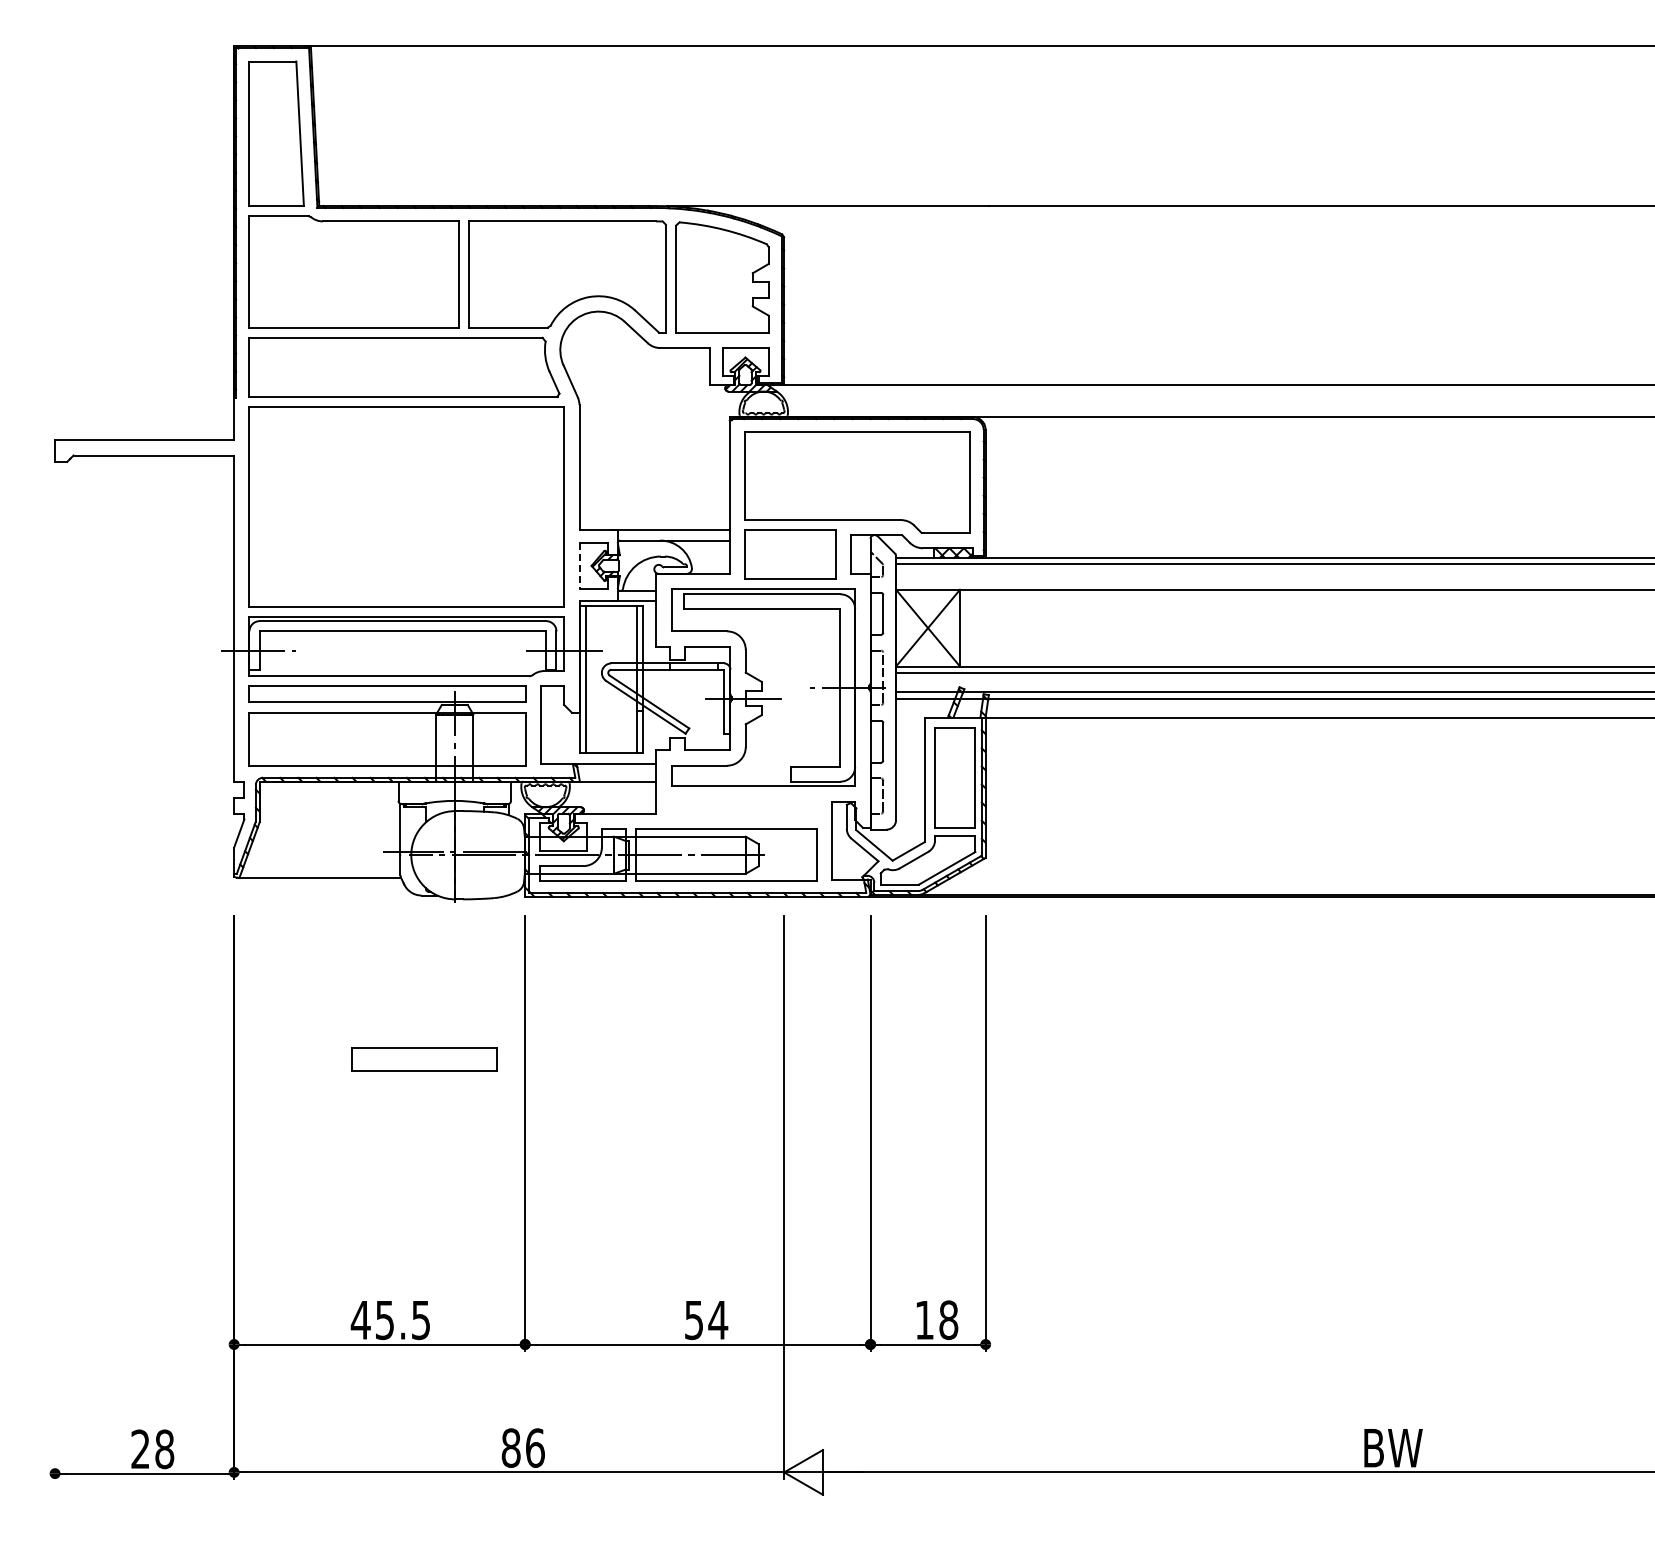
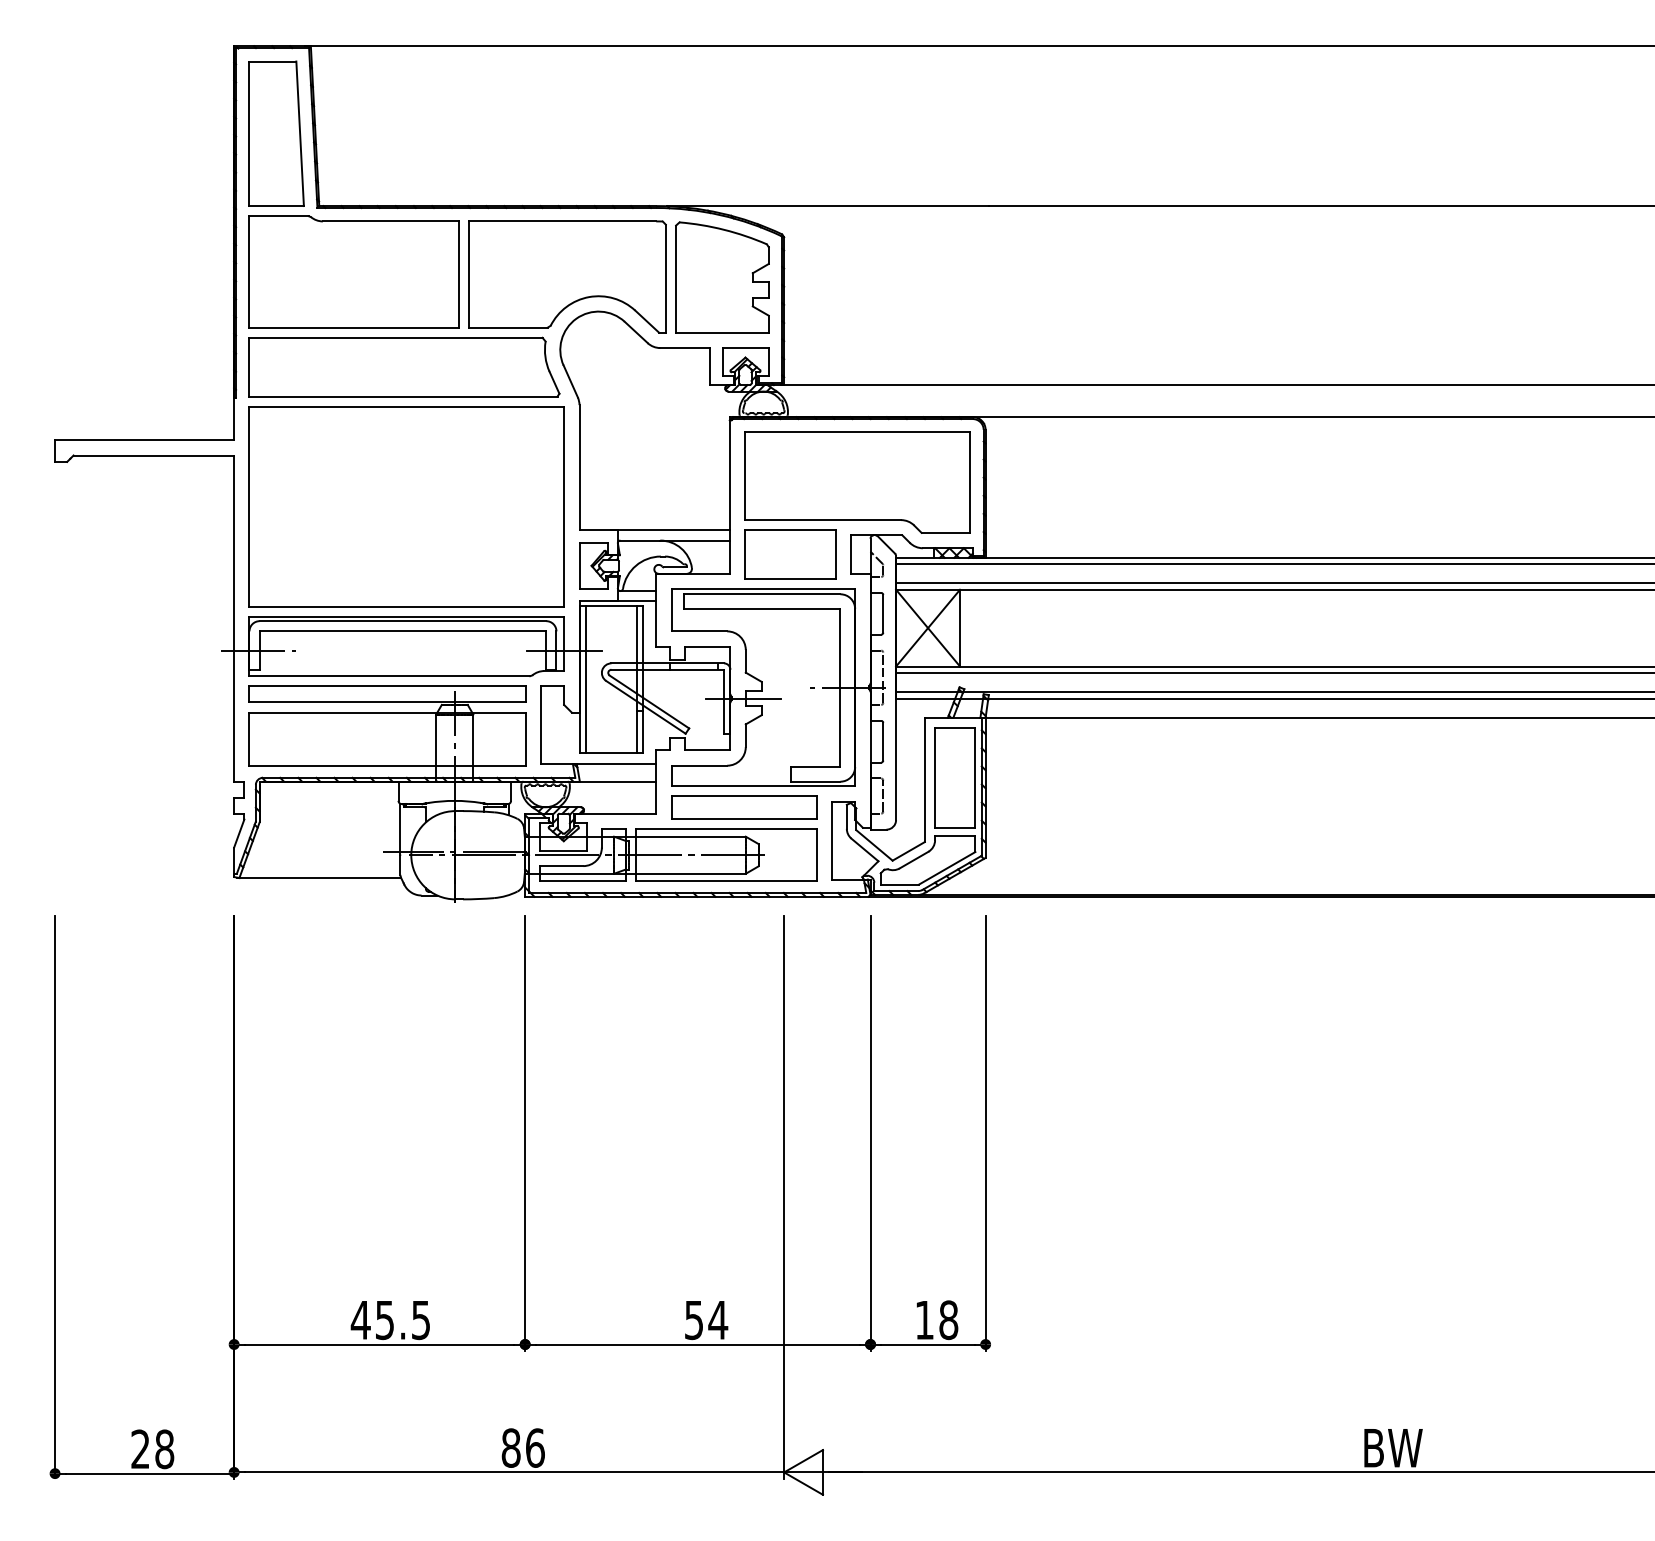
line at (579, 565): dashed -> solid
line at (1273, 583): none -> present
part at (424, 1059) position: (424, 1059) -> (744, 807)
line at (55, 1196): none -> present
